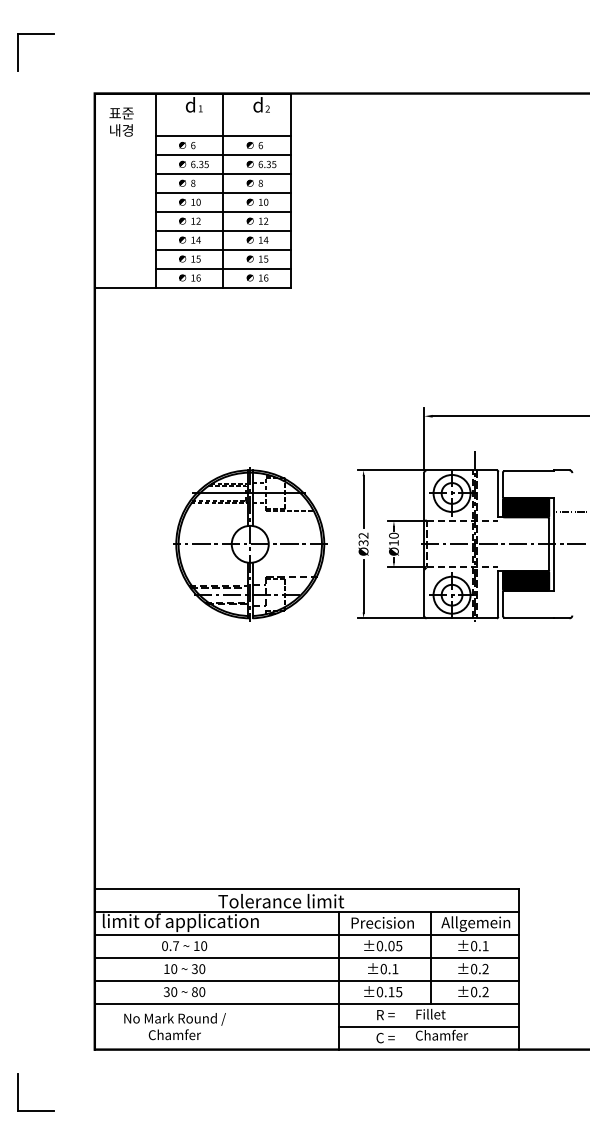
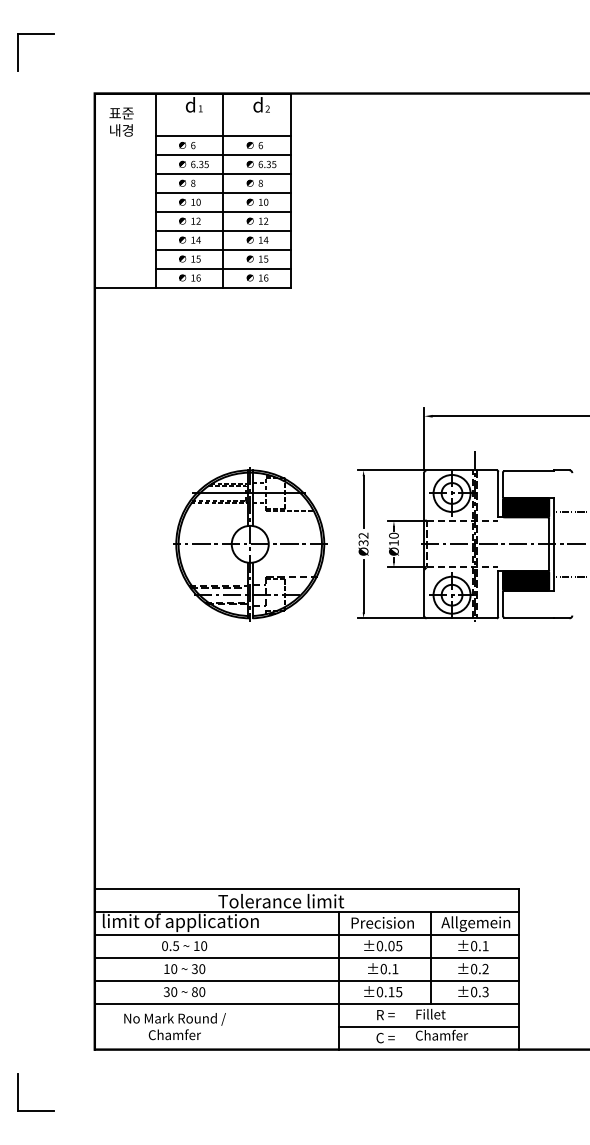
line at (569, 576): none -> present
text at (176, 946): 0.7 -> 0.5
text at (485, 992): ±0.2 -> ±0.3
